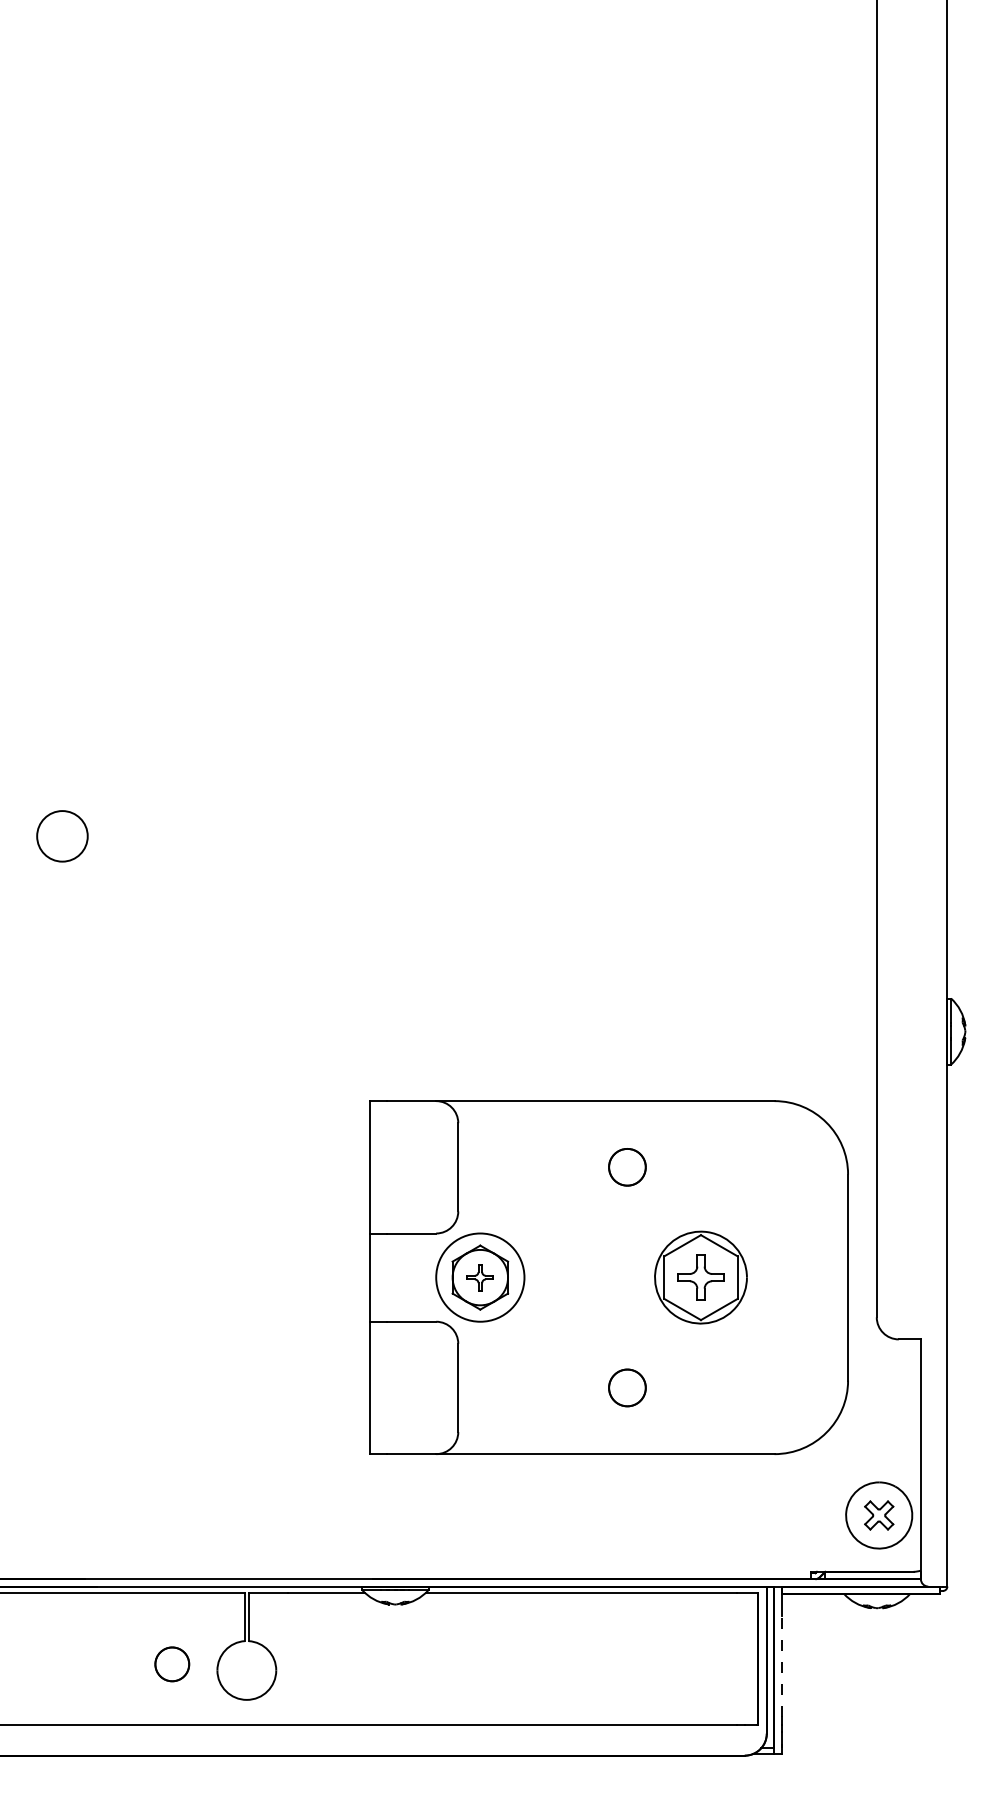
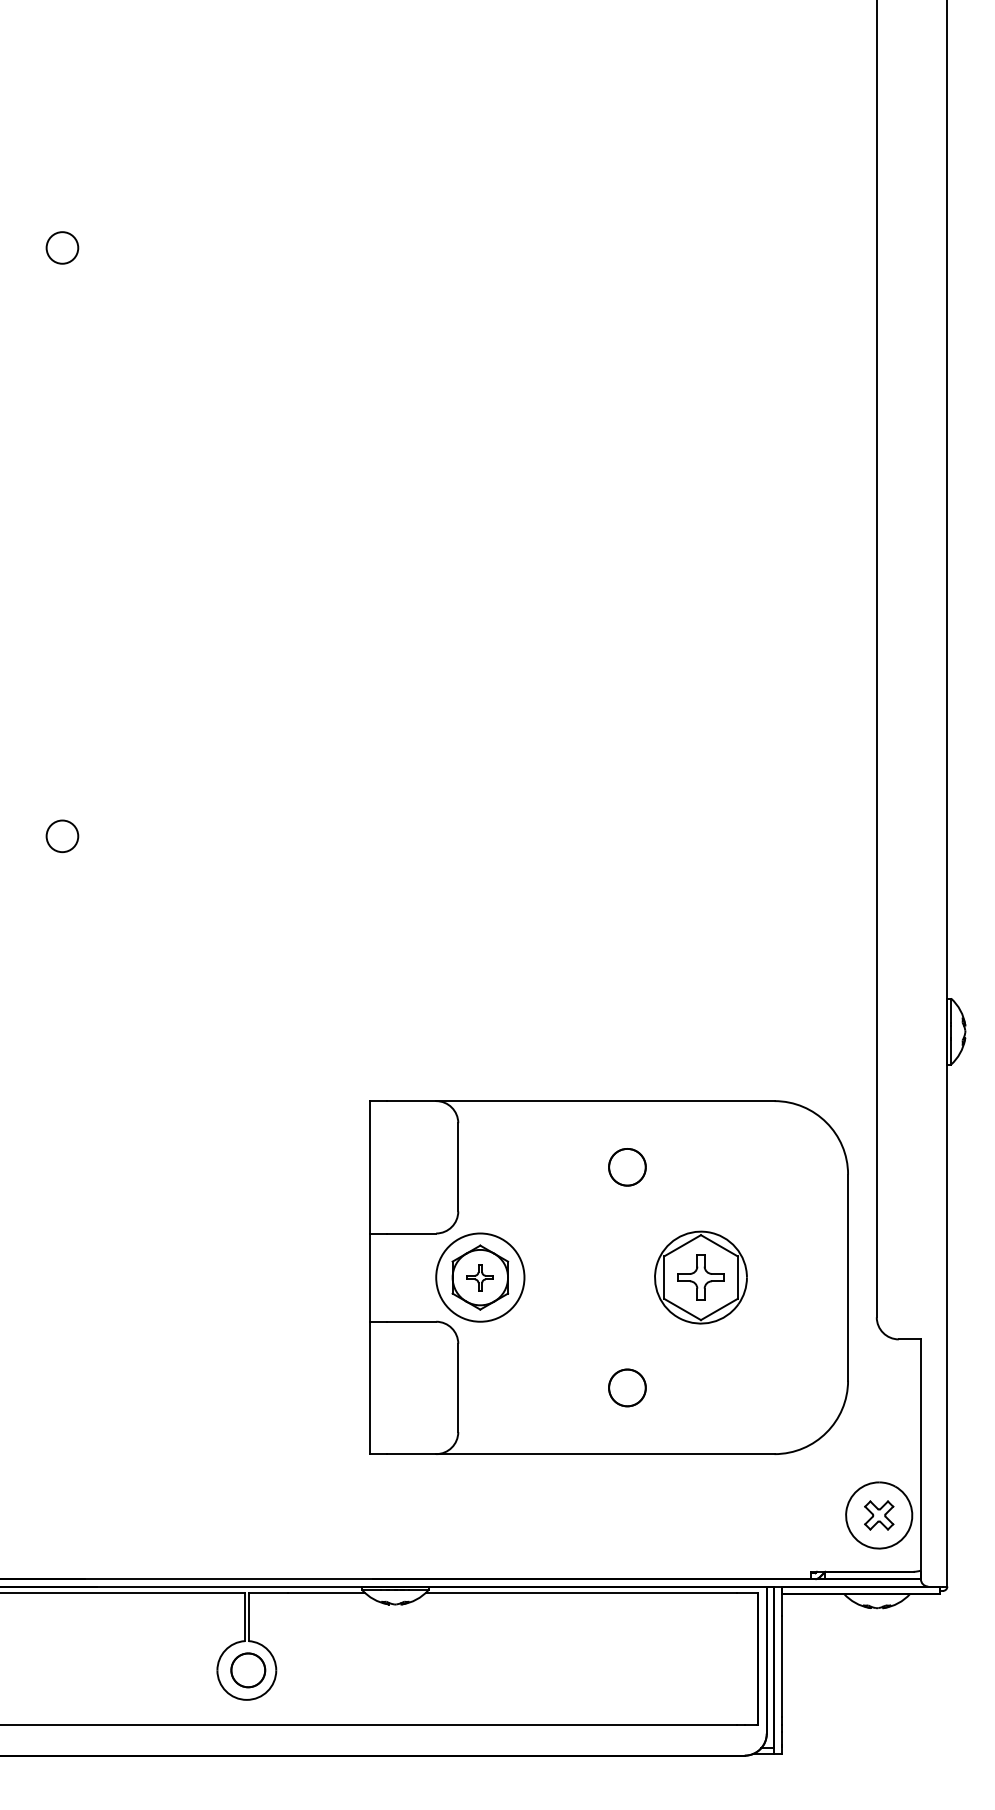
circle at (62, 247): none -> present
circle at (62, 836) diameter: 51 px -> 32 px
part at (172, 1664) position: (172, 1664) -> (248, 1670)
line at (781, 1666): dashed -> solid
